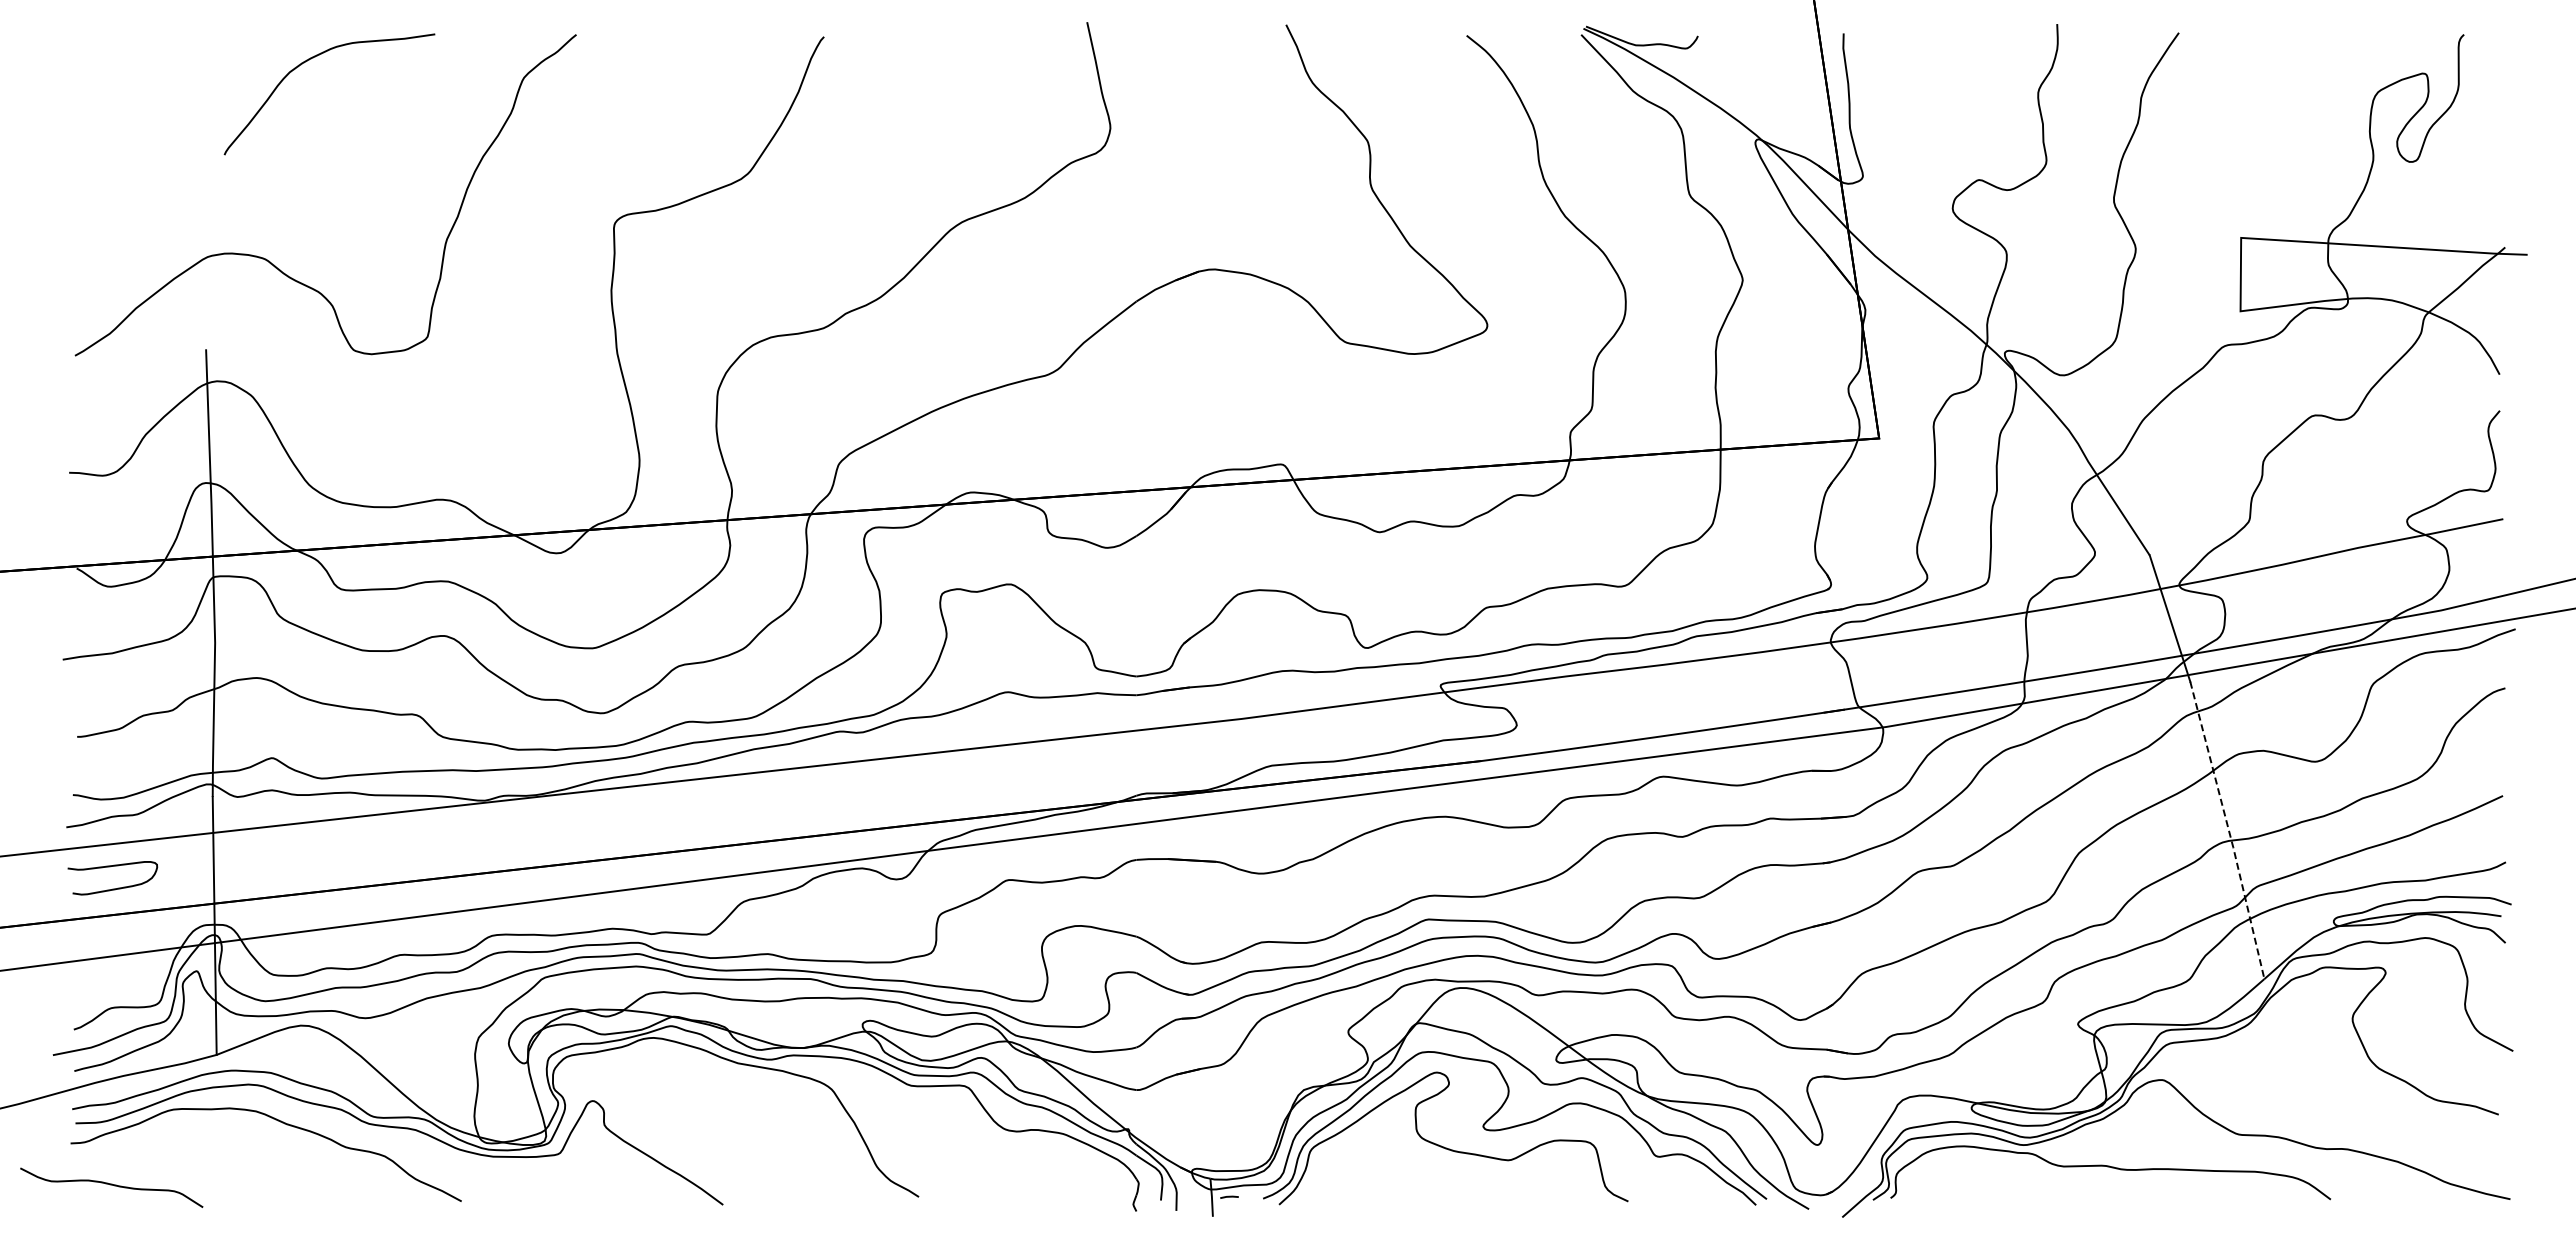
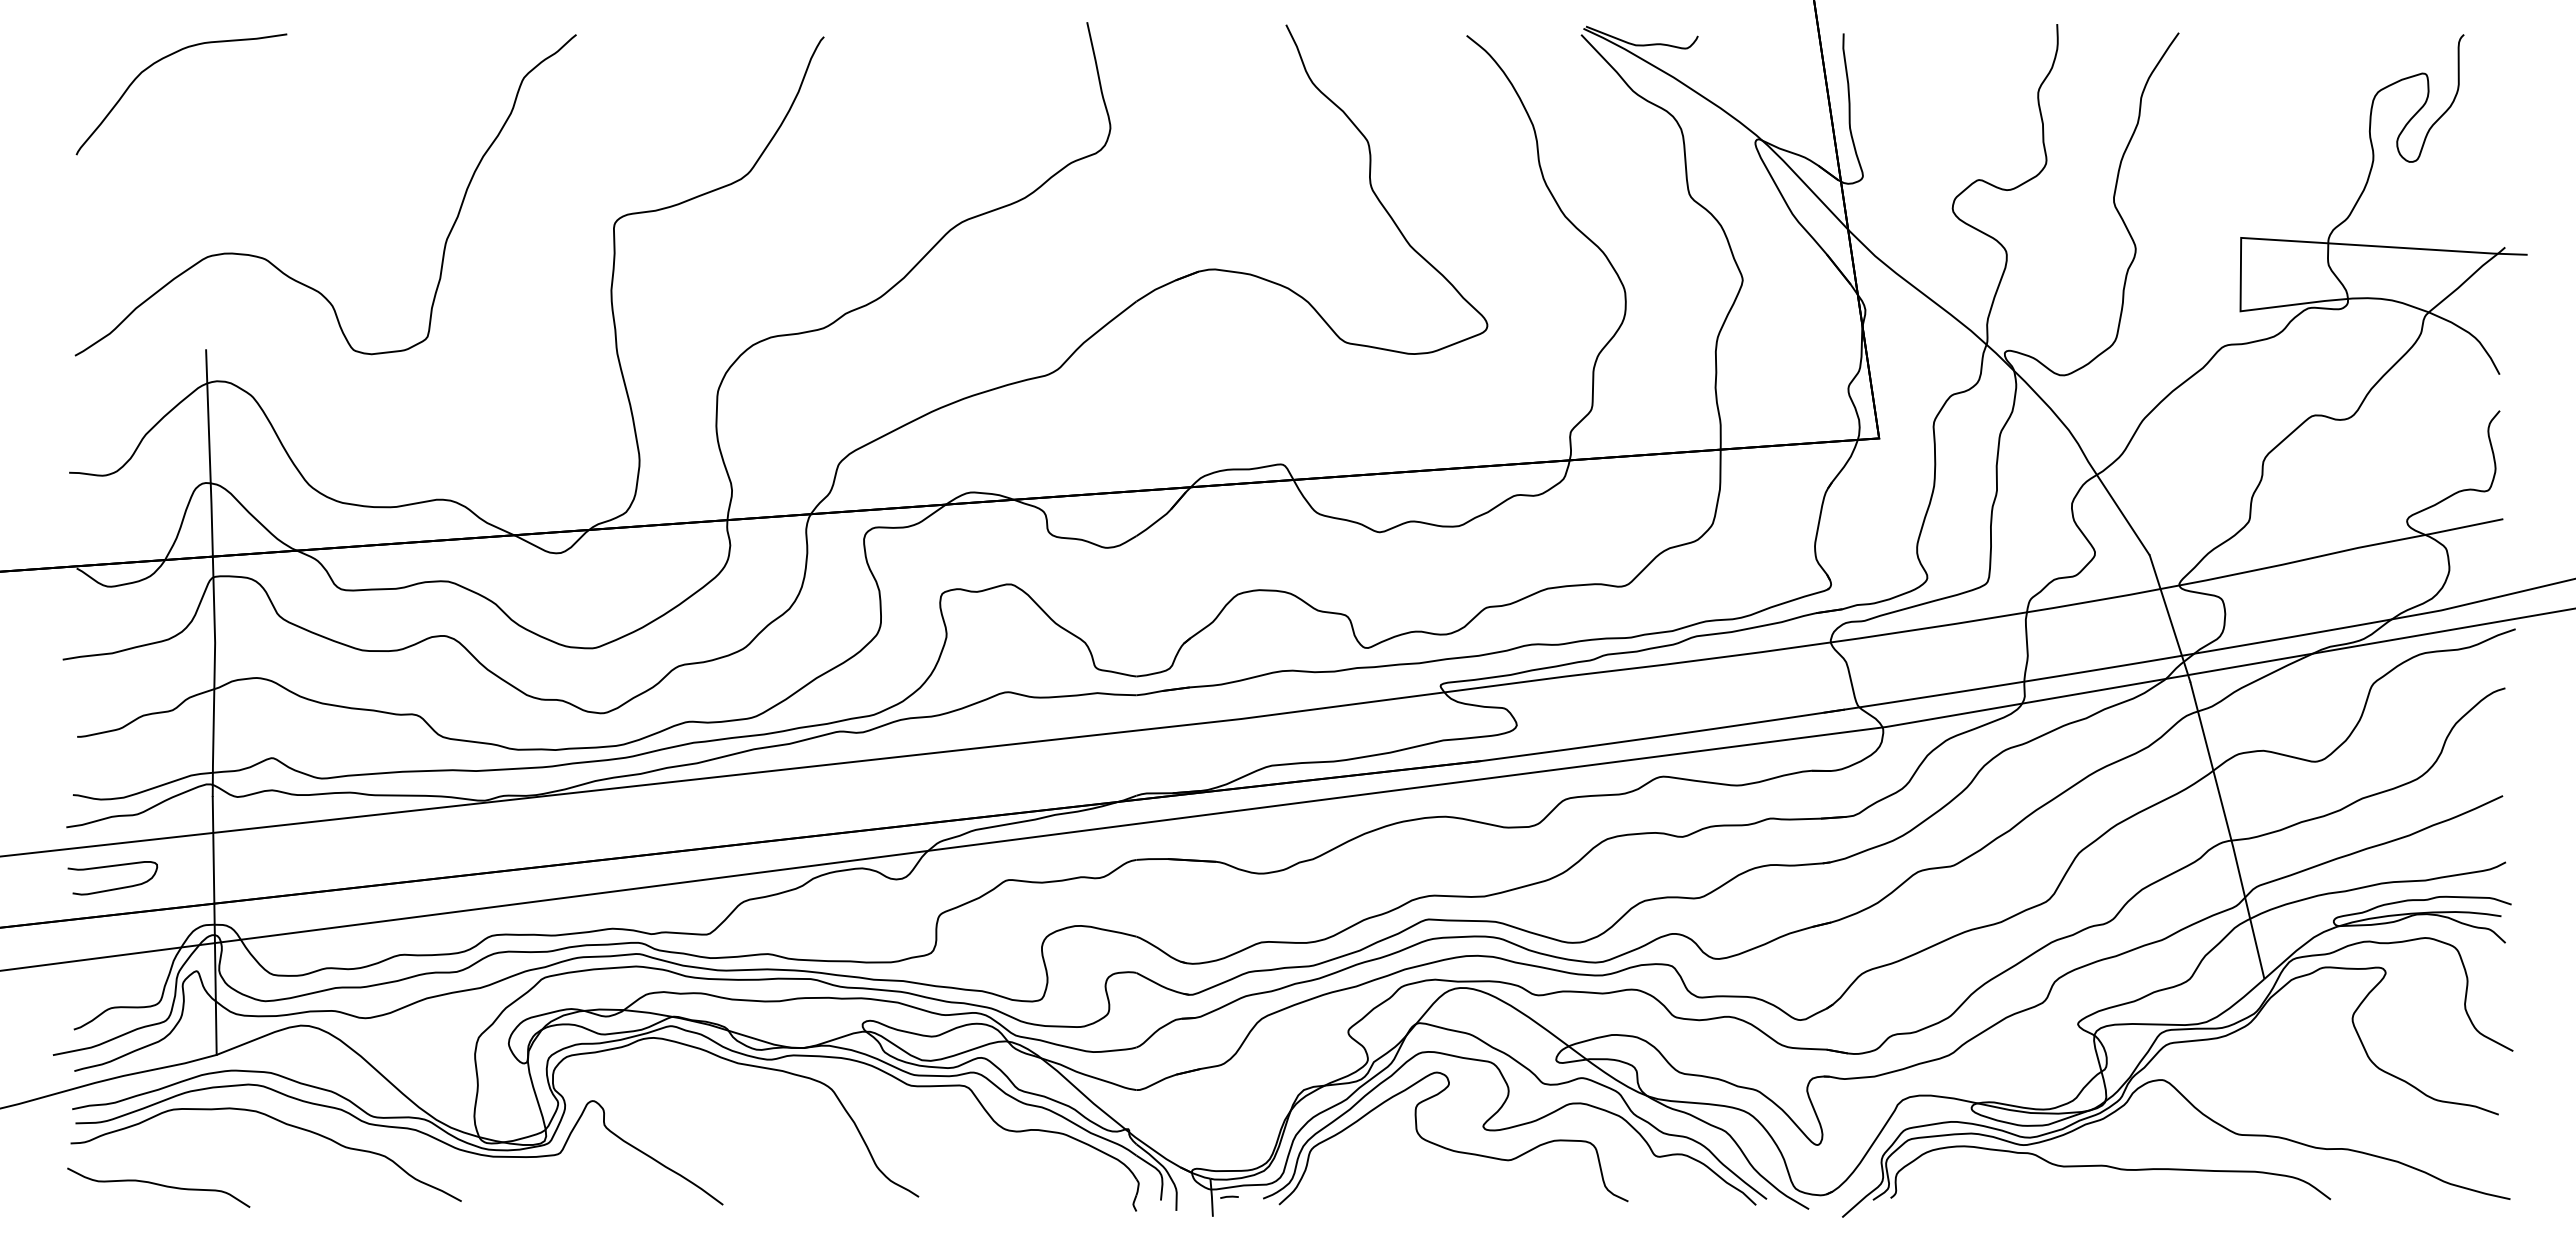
curve at (311, 59) position: (311, 59) -> (163, 59)
line at (2228, 830): dashed -> solid
curve at (111, 1185) position: (111, 1185) -> (158, 1185)
